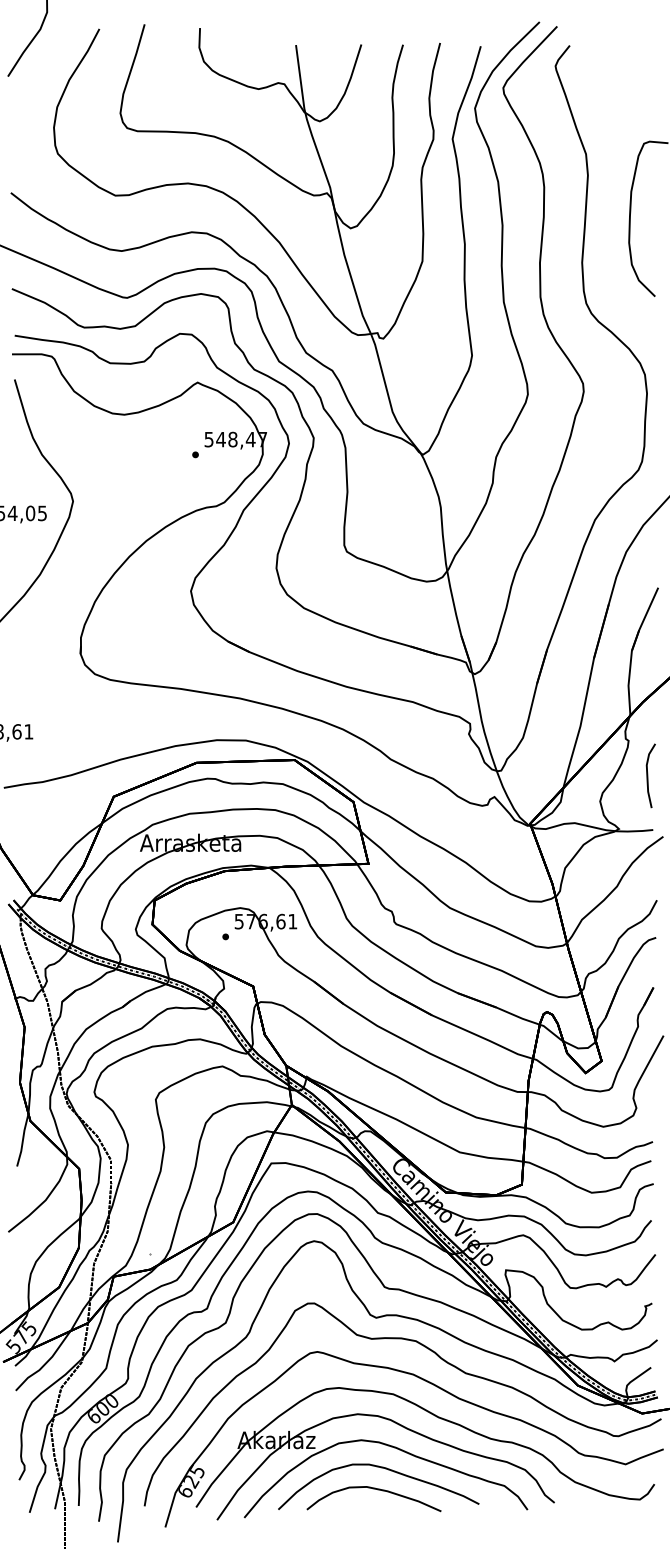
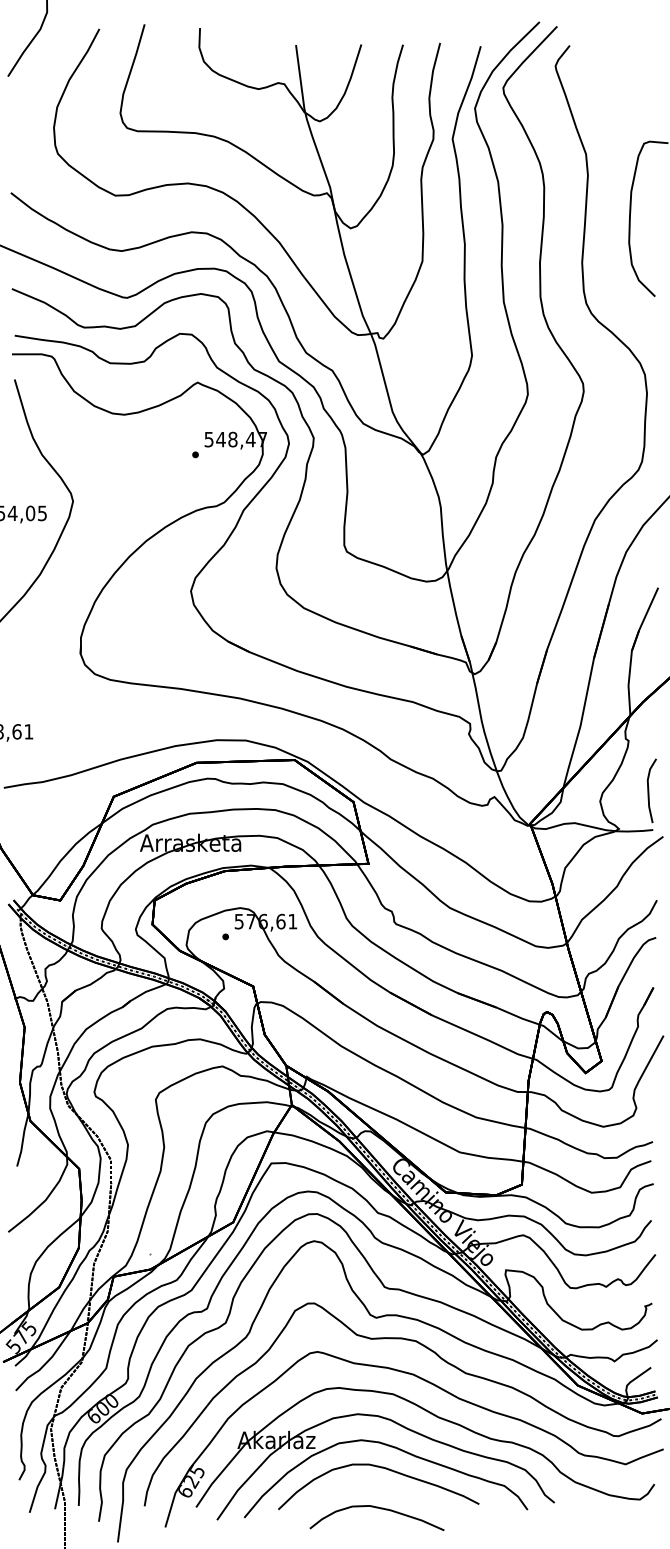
line at (648, 775) position: (648, 775) -> (649, 790)
curve at (377, 1490) position: (377, 1490) -> (380, 1509)
